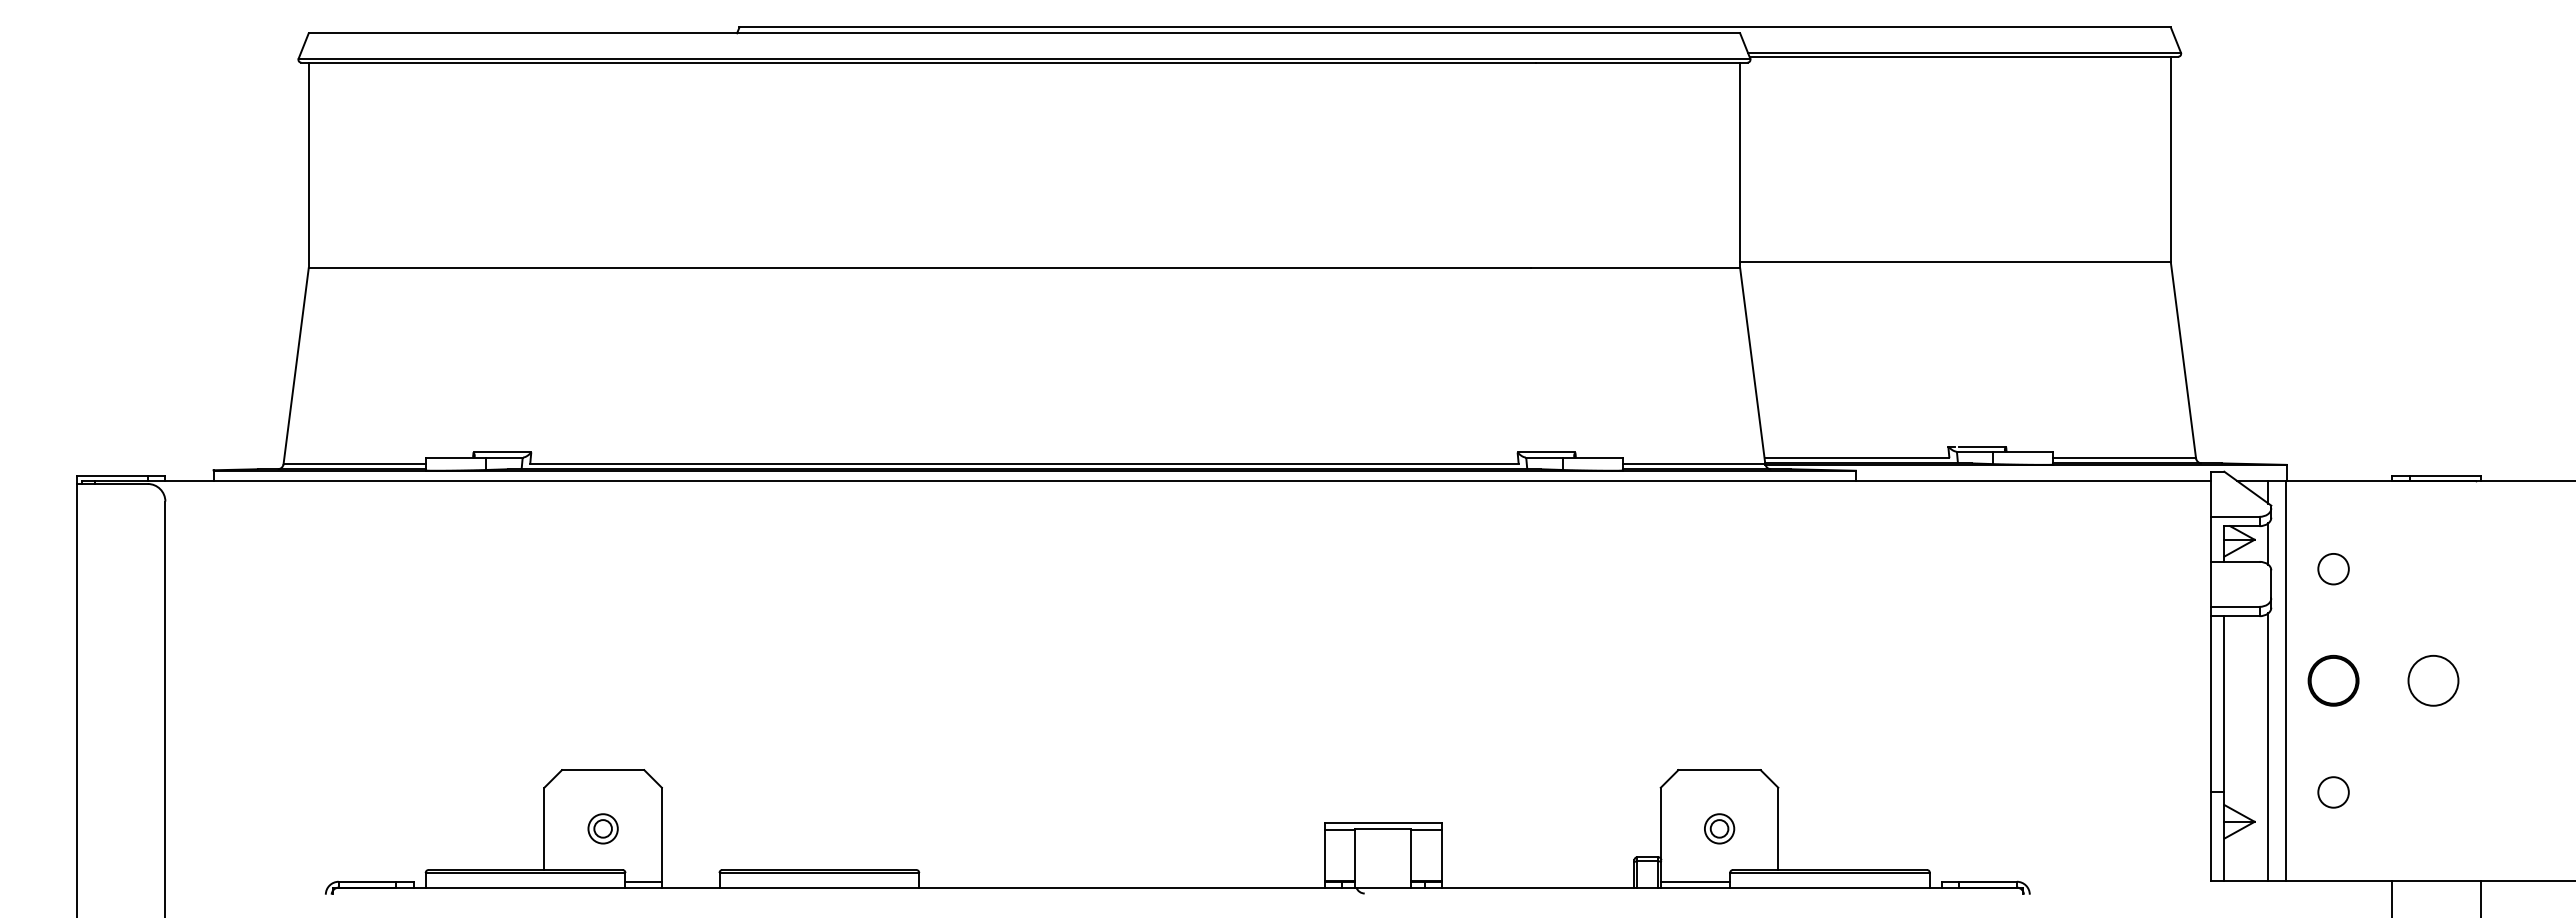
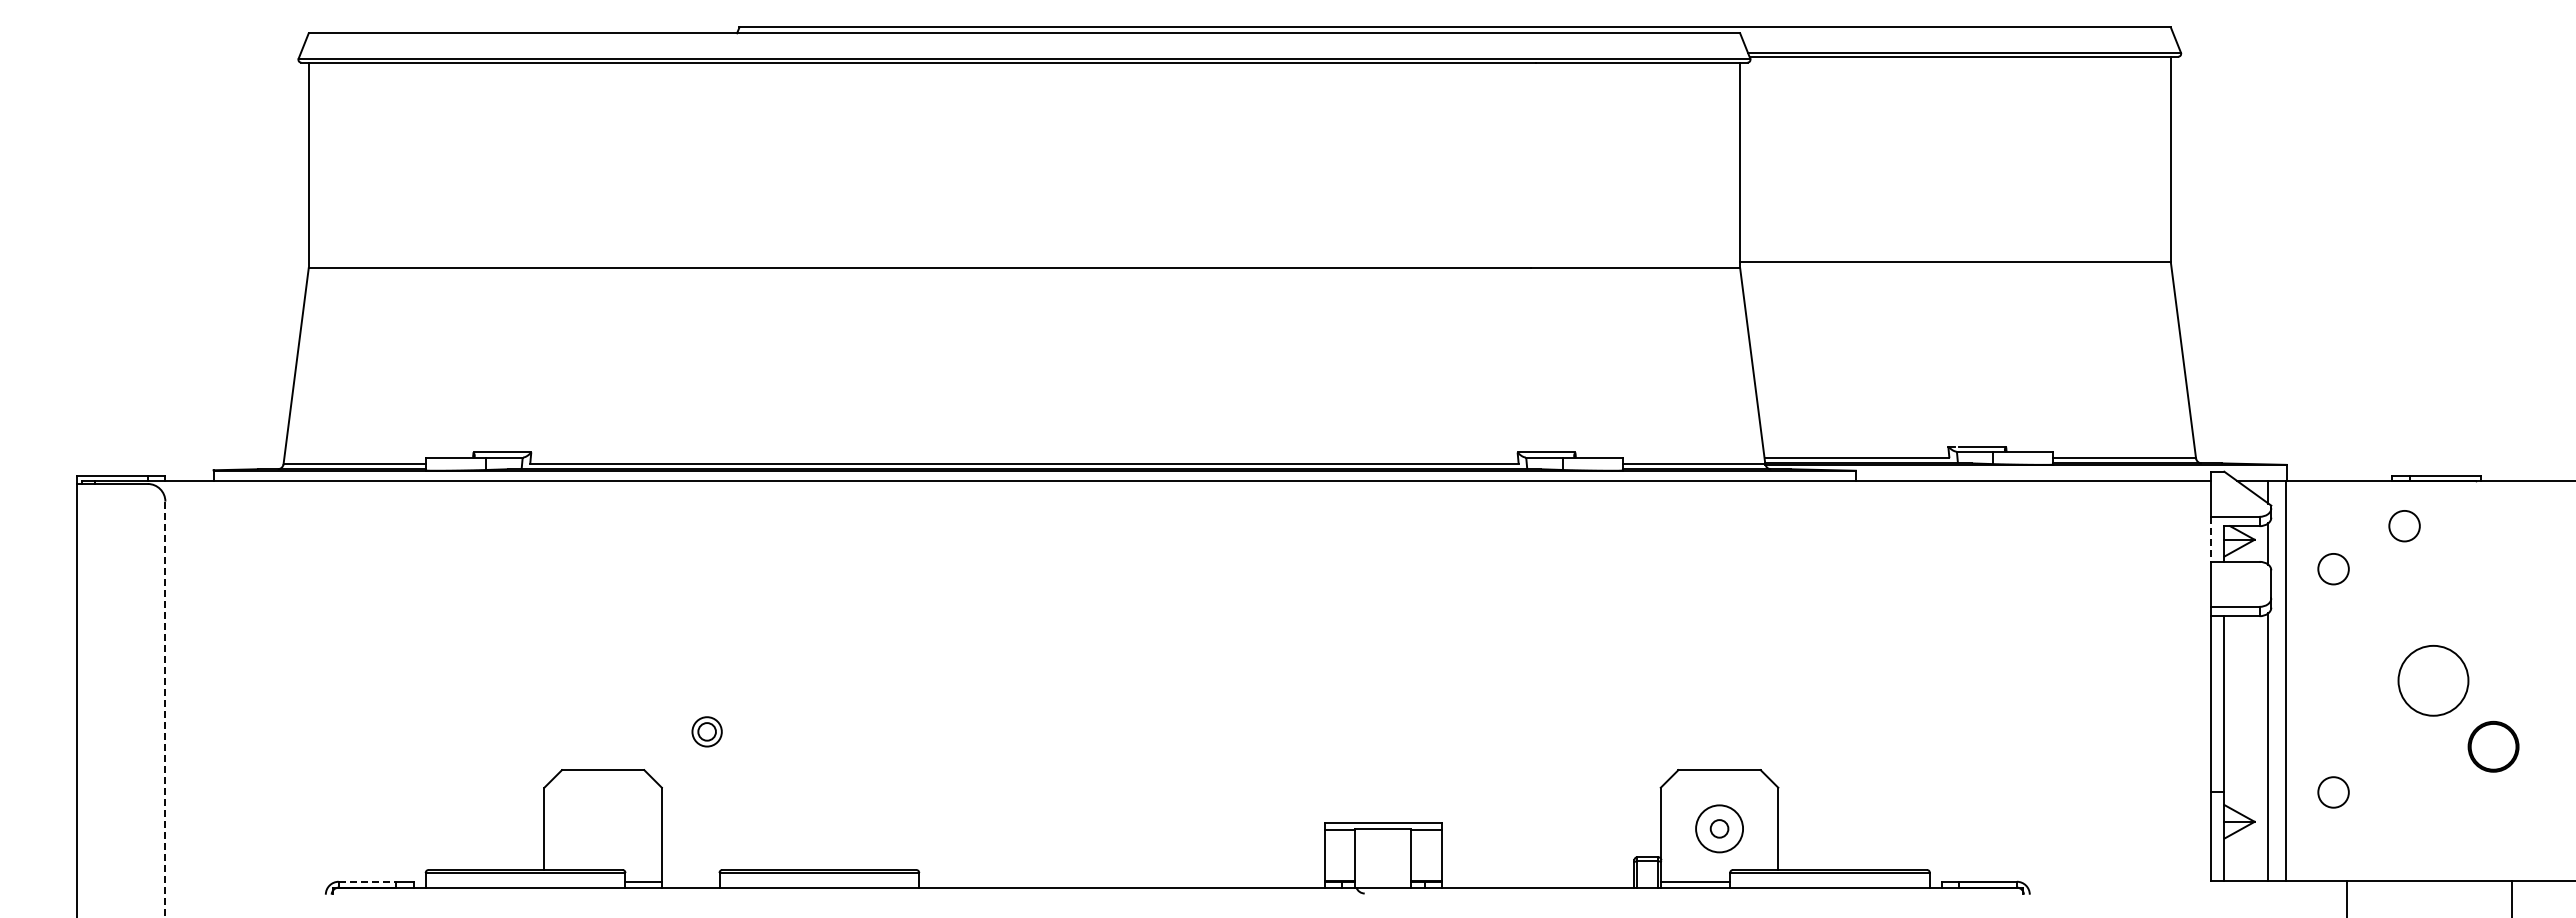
circle at (2404, 526): none -> present
line at (2210, 539): solid -> dashed
part at (2333, 680) position: (2333, 680) -> (2493, 746)
circle at (2433, 680) diameter: 50 px -> 70 px
line at (165, 709): solid -> dashed
part at (602, 828) position: (602, 828) -> (706, 731)
circle at (1719, 828) diameter: 29 px -> 47 px
line at (367, 881): solid -> dashed
line at (2392, 897) position: (2392, 897) -> (2347, 897)
line at (2480, 897) position: (2480, 897) -> (2511, 897)
